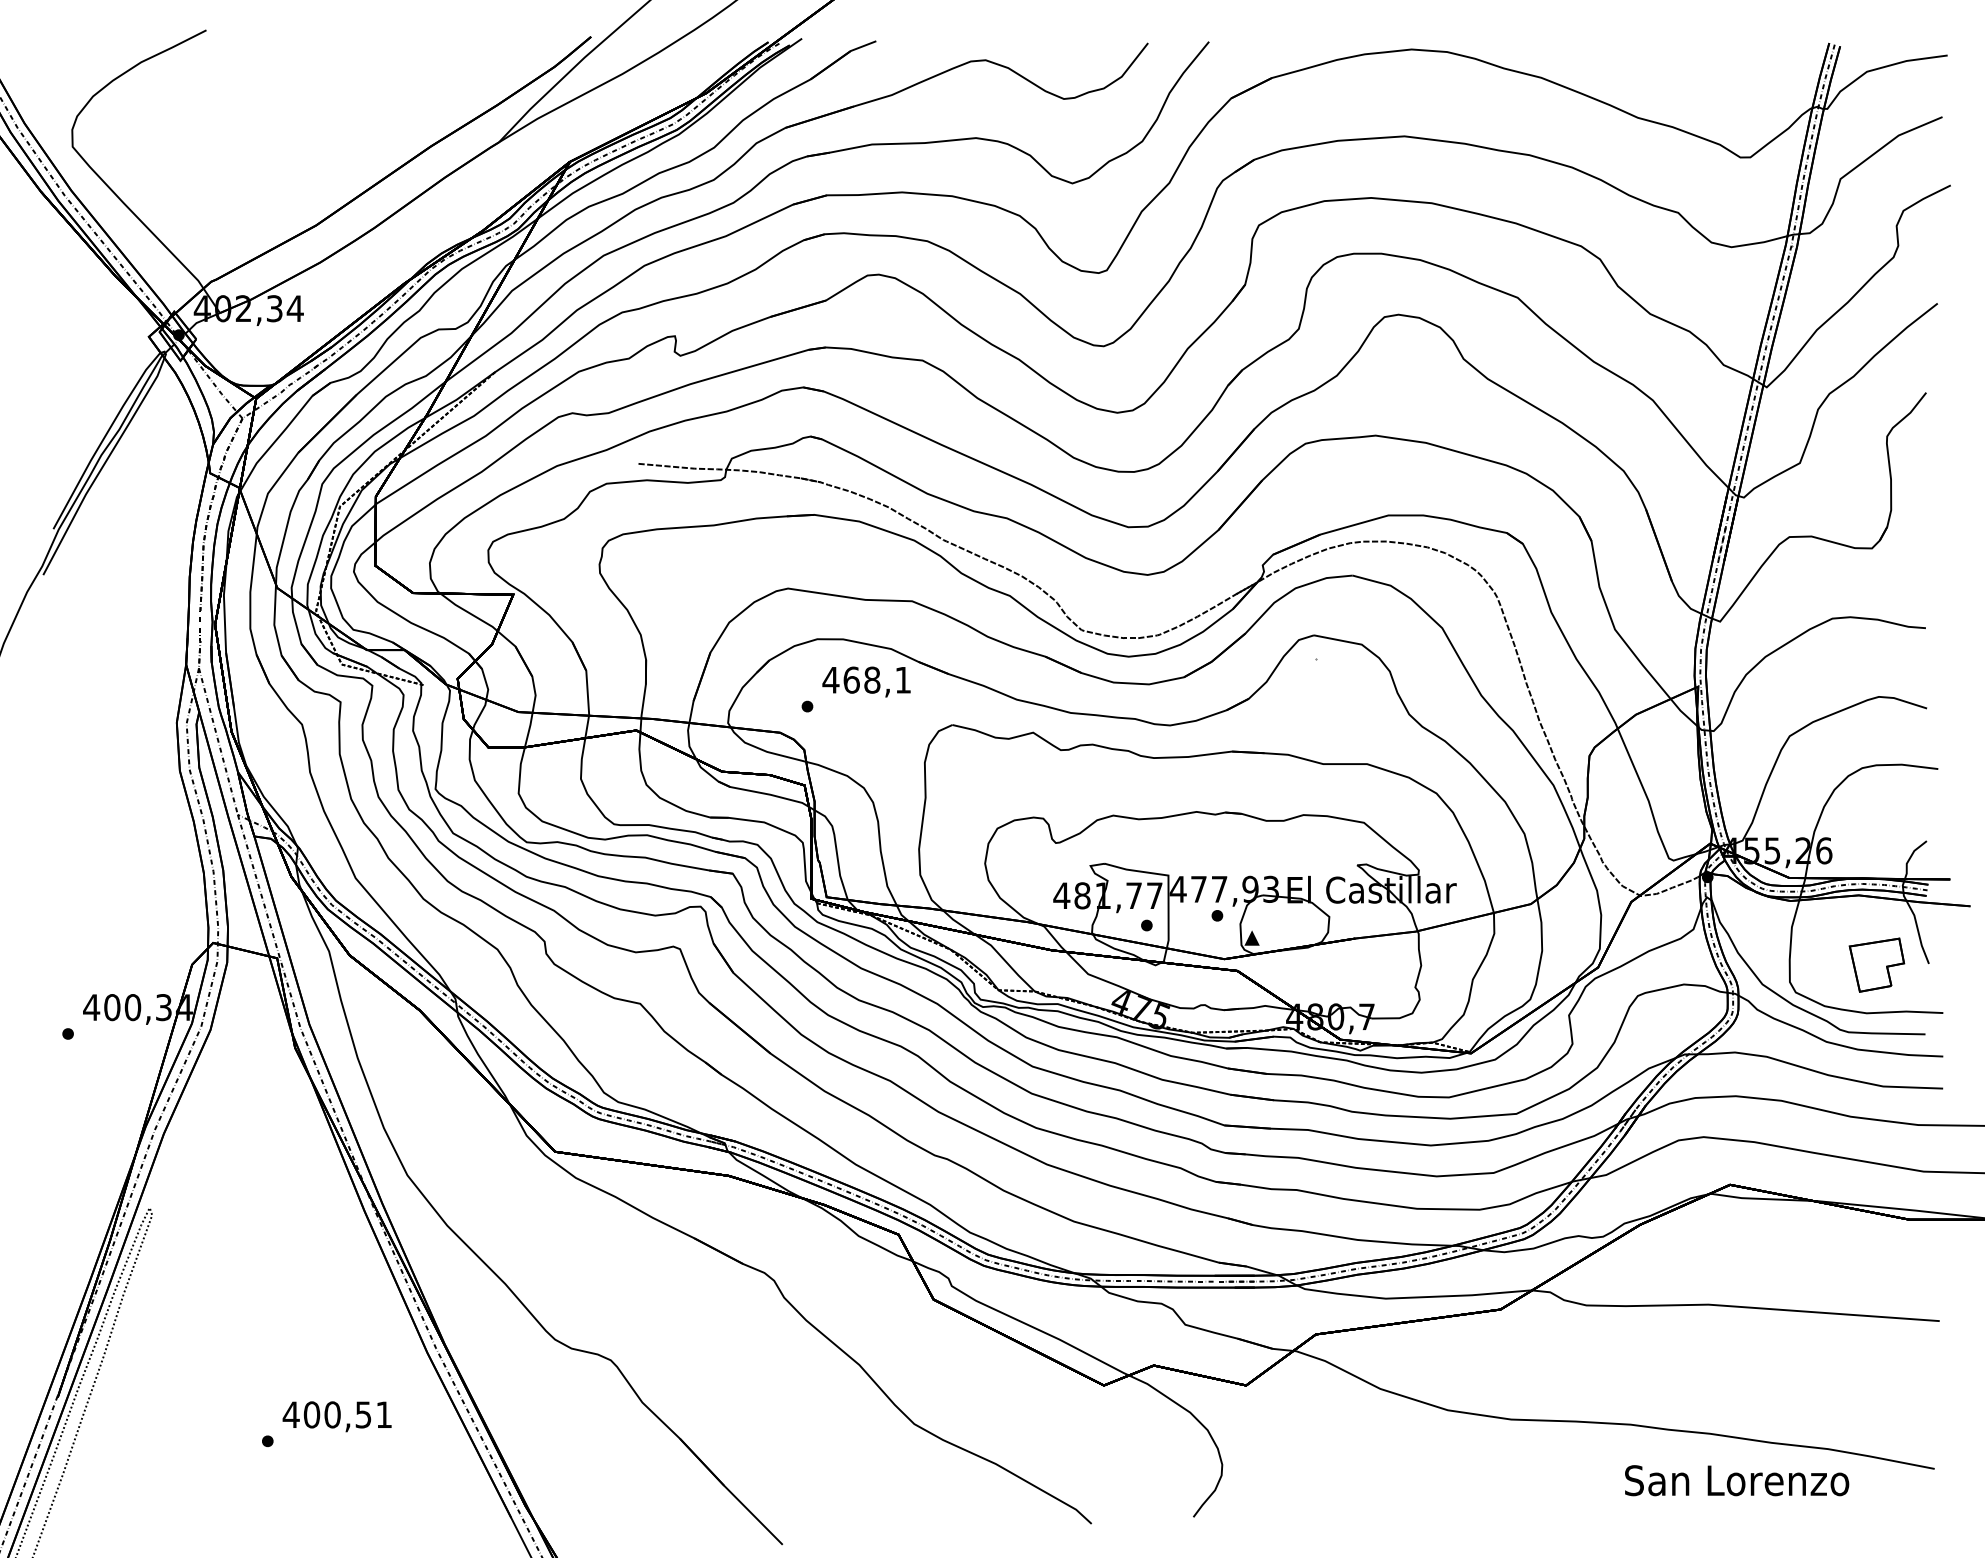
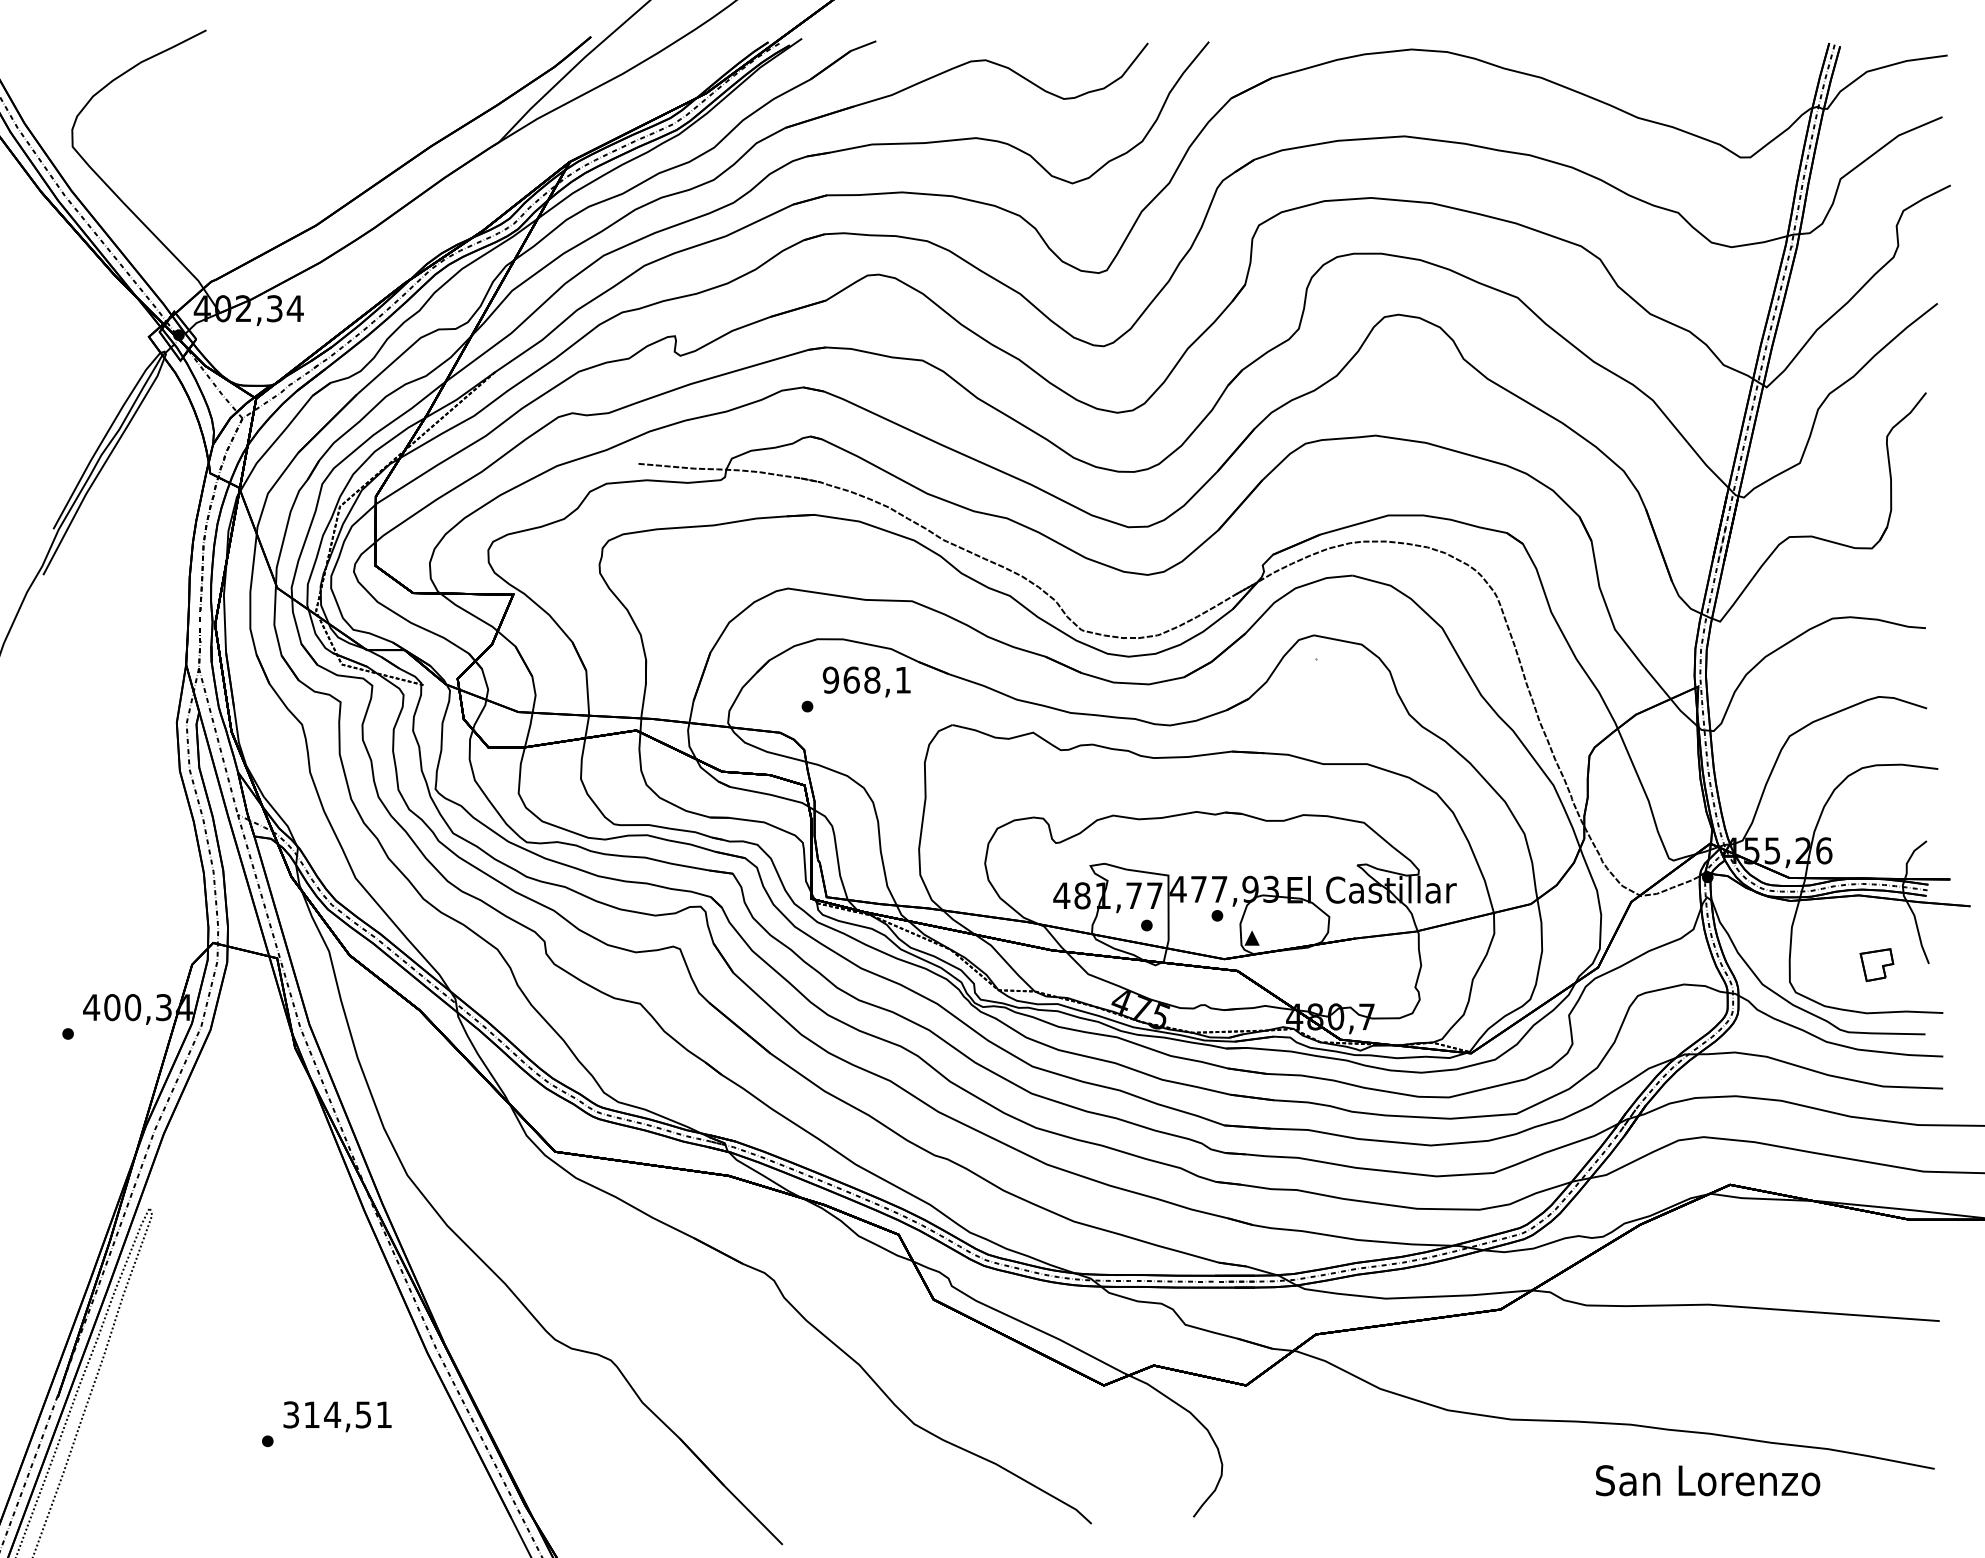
text at (830, 679): 468,1 -> 968,1
part at (1876, 964) size: 58x56 px -> 36x35 px
text at (311, 1414): 400,51 -> 314,51
text at (1737, 1480) position: (1737, 1480) -> (1708, 1480)
